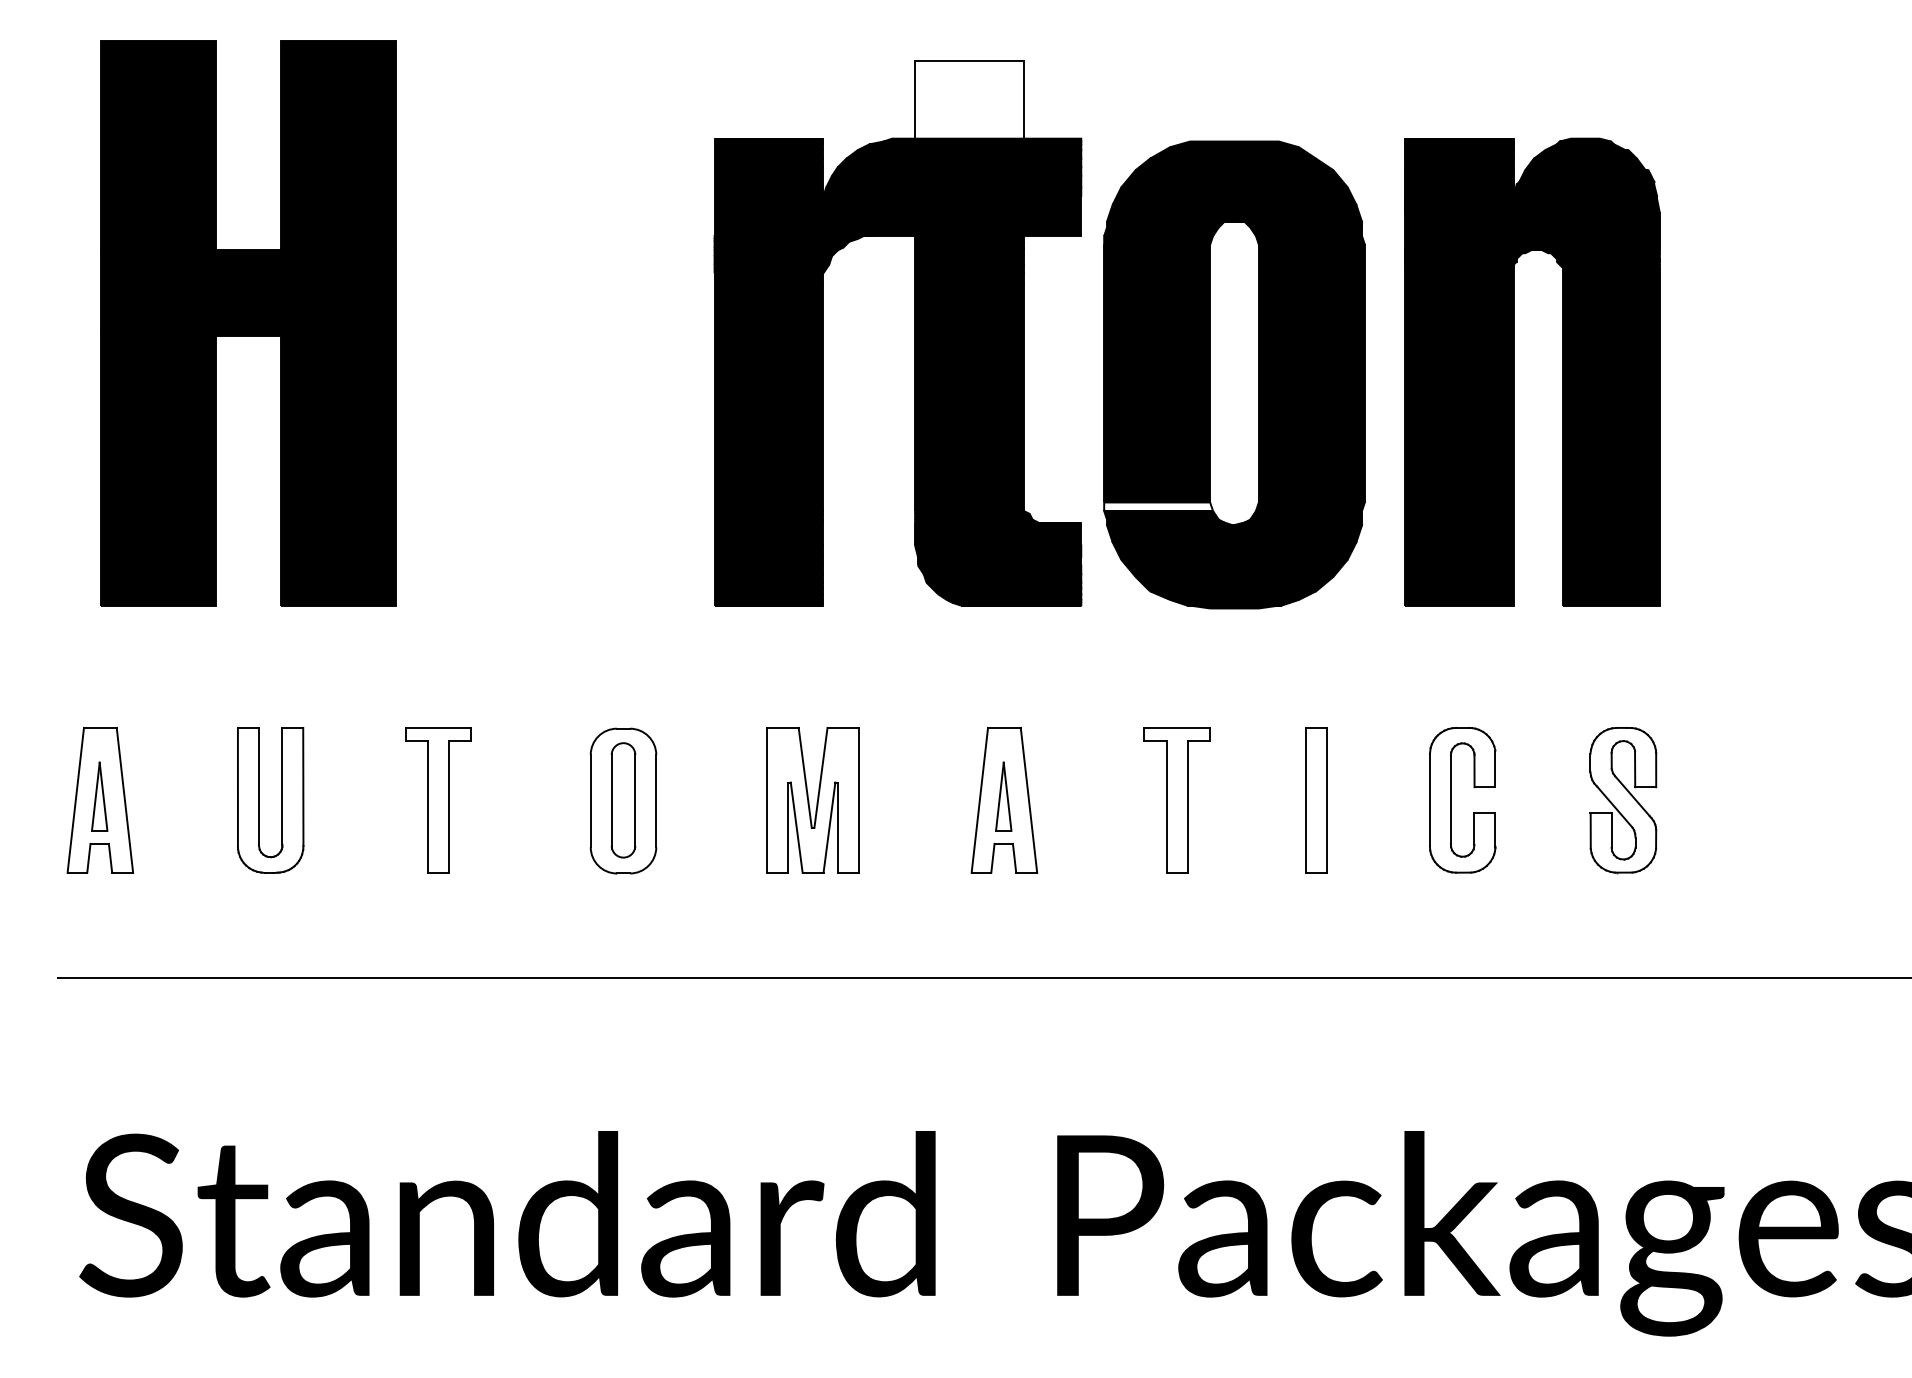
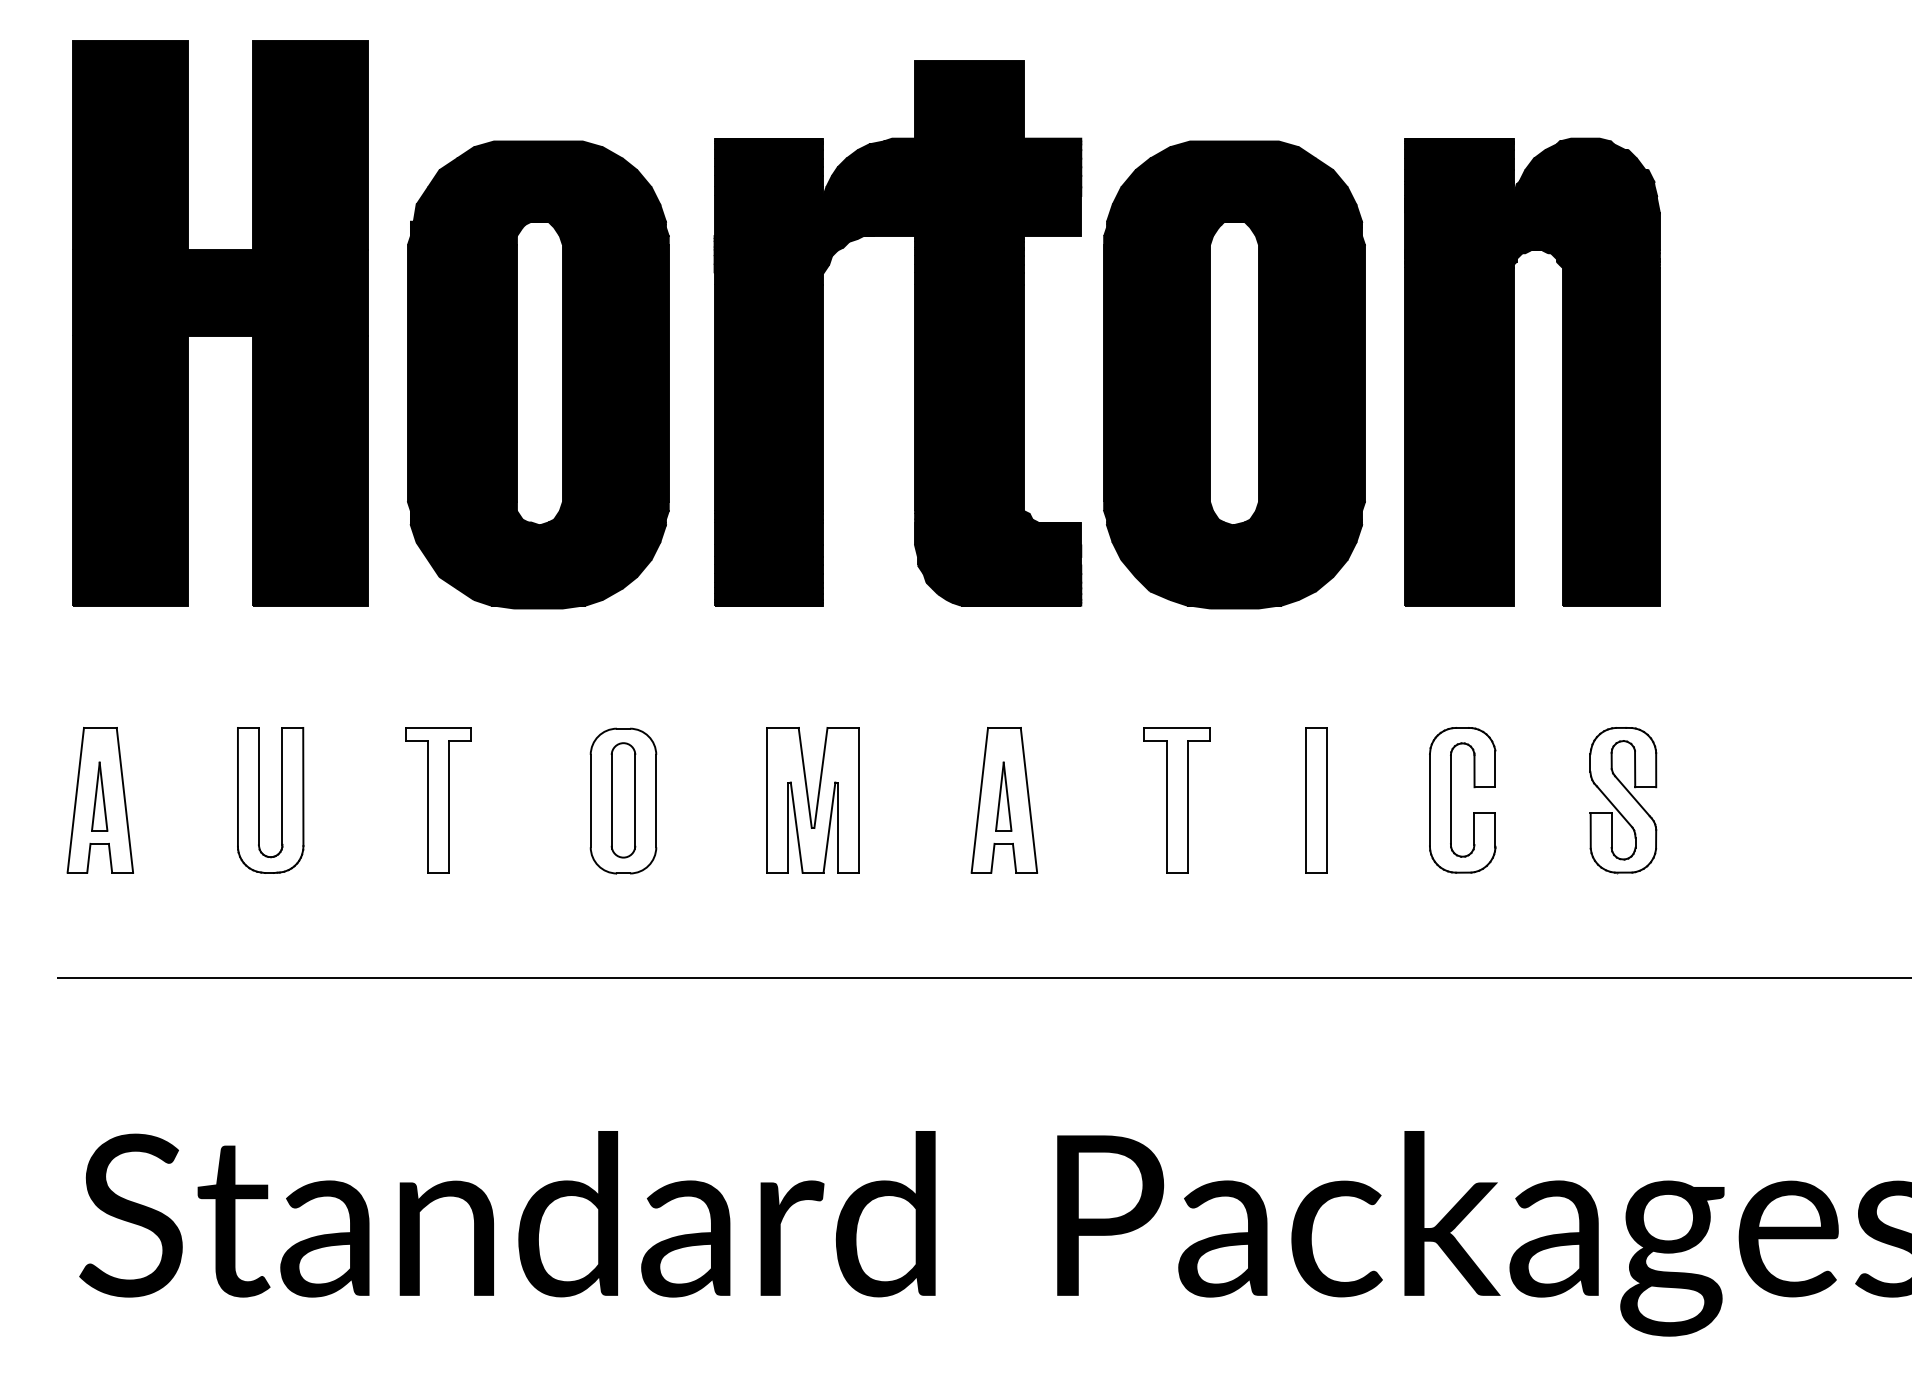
fill at (969, 99): none -> present
part at (248, 323) position: (248, 323) -> (220, 323)
part at (538, 374): none -> present
fill at (1158, 506): none -> present
